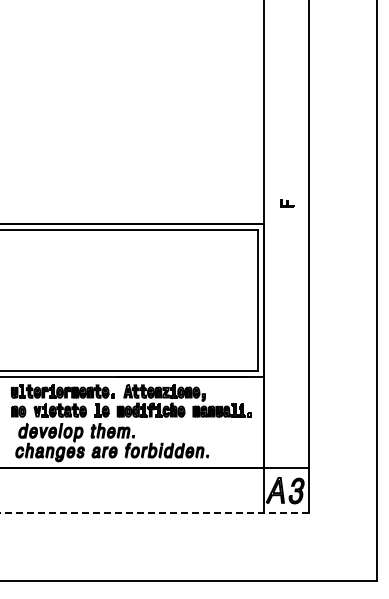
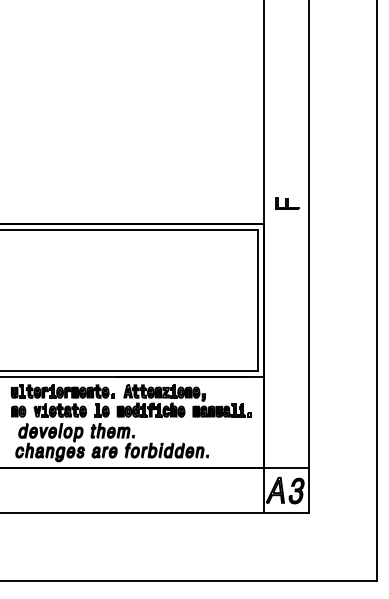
part at (287, 203) size: 15x9 px -> 25x13 px
line at (154, 513): dashed -> solid
